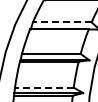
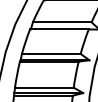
line at (61, 22): dashed -> solid
line at (43, 87): dashed -> solid
